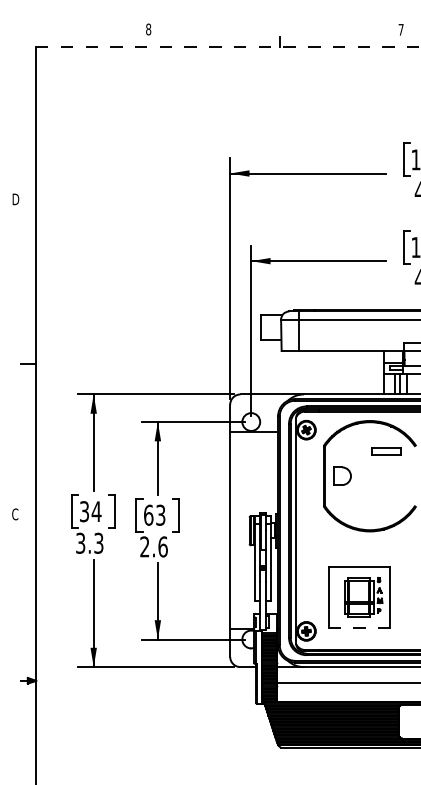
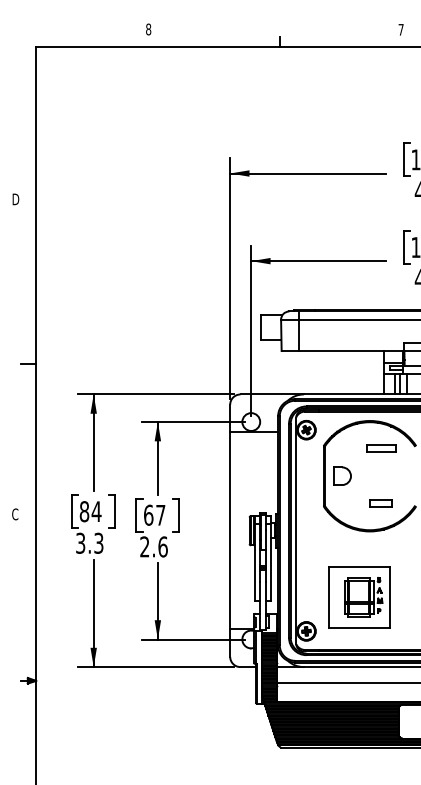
line at (228, 47): dashed -> solid
part at (386, 451) position: (386, 451) -> (381, 448)
part at (380, 503): none -> present
text at (84, 511): 34 -> 84
text at (160, 514): 63 -> 67
line at (359, 627): dashed -> solid
